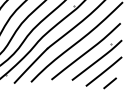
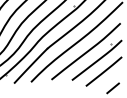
line at (109, 83) position: (109, 83) -> (112, 88)
